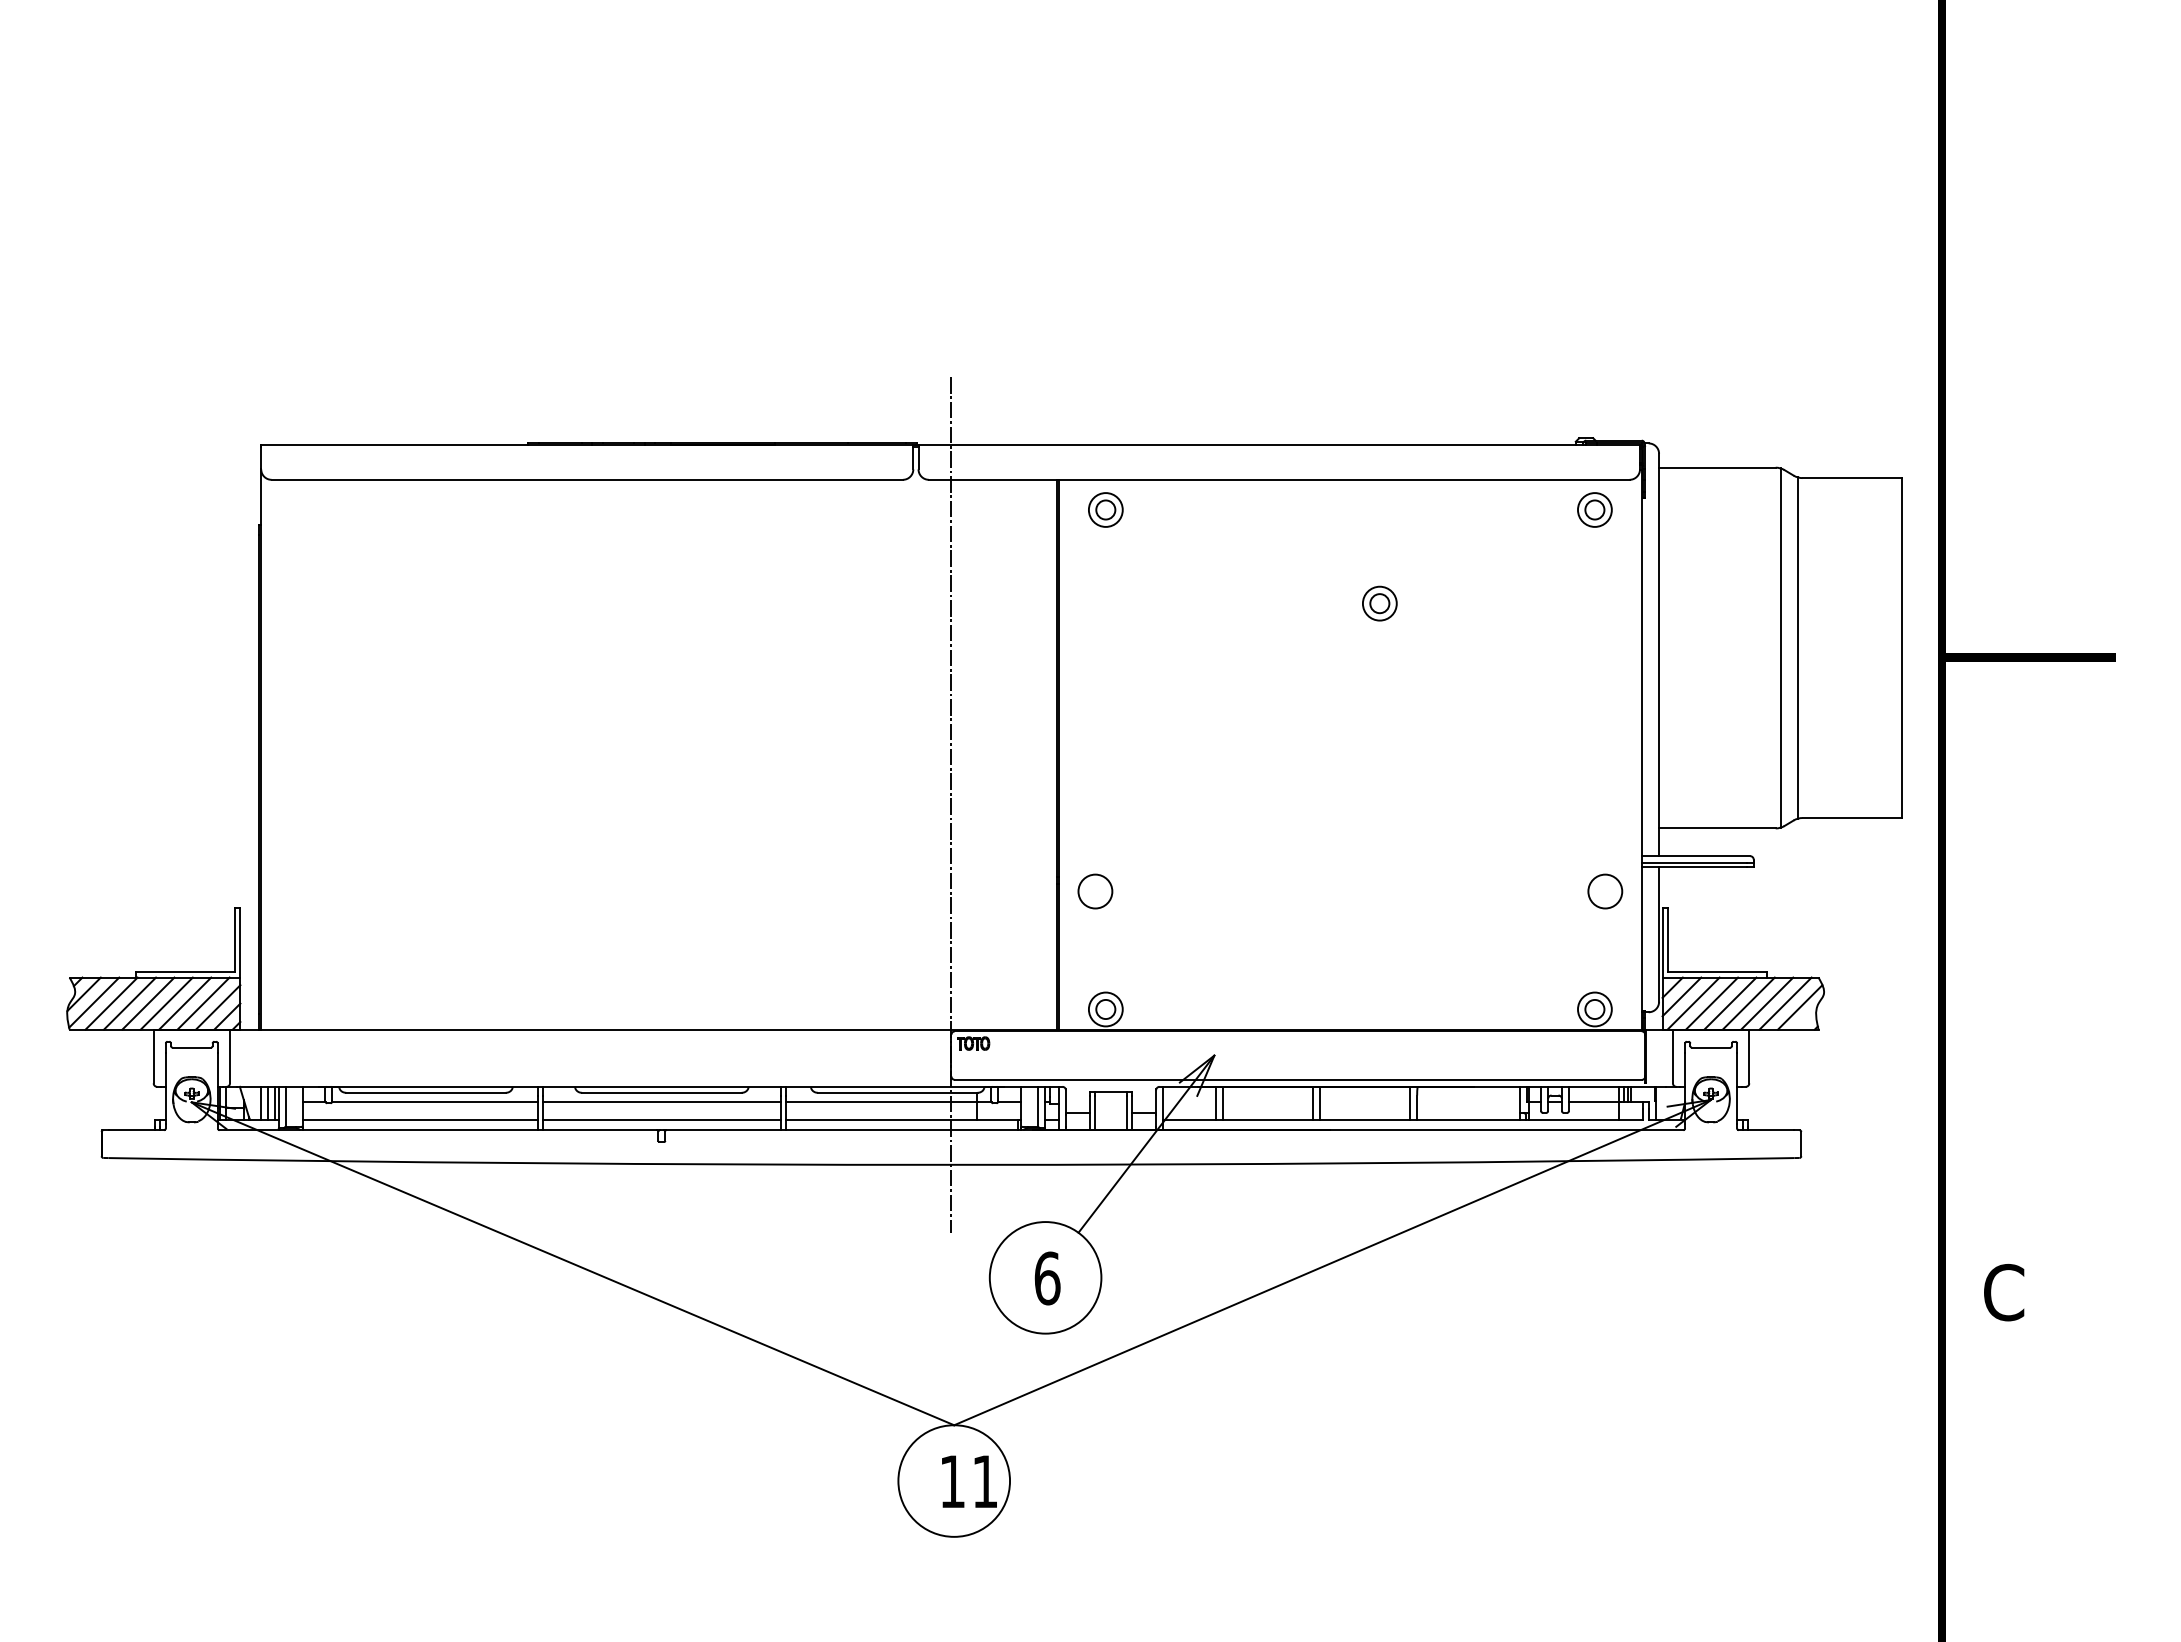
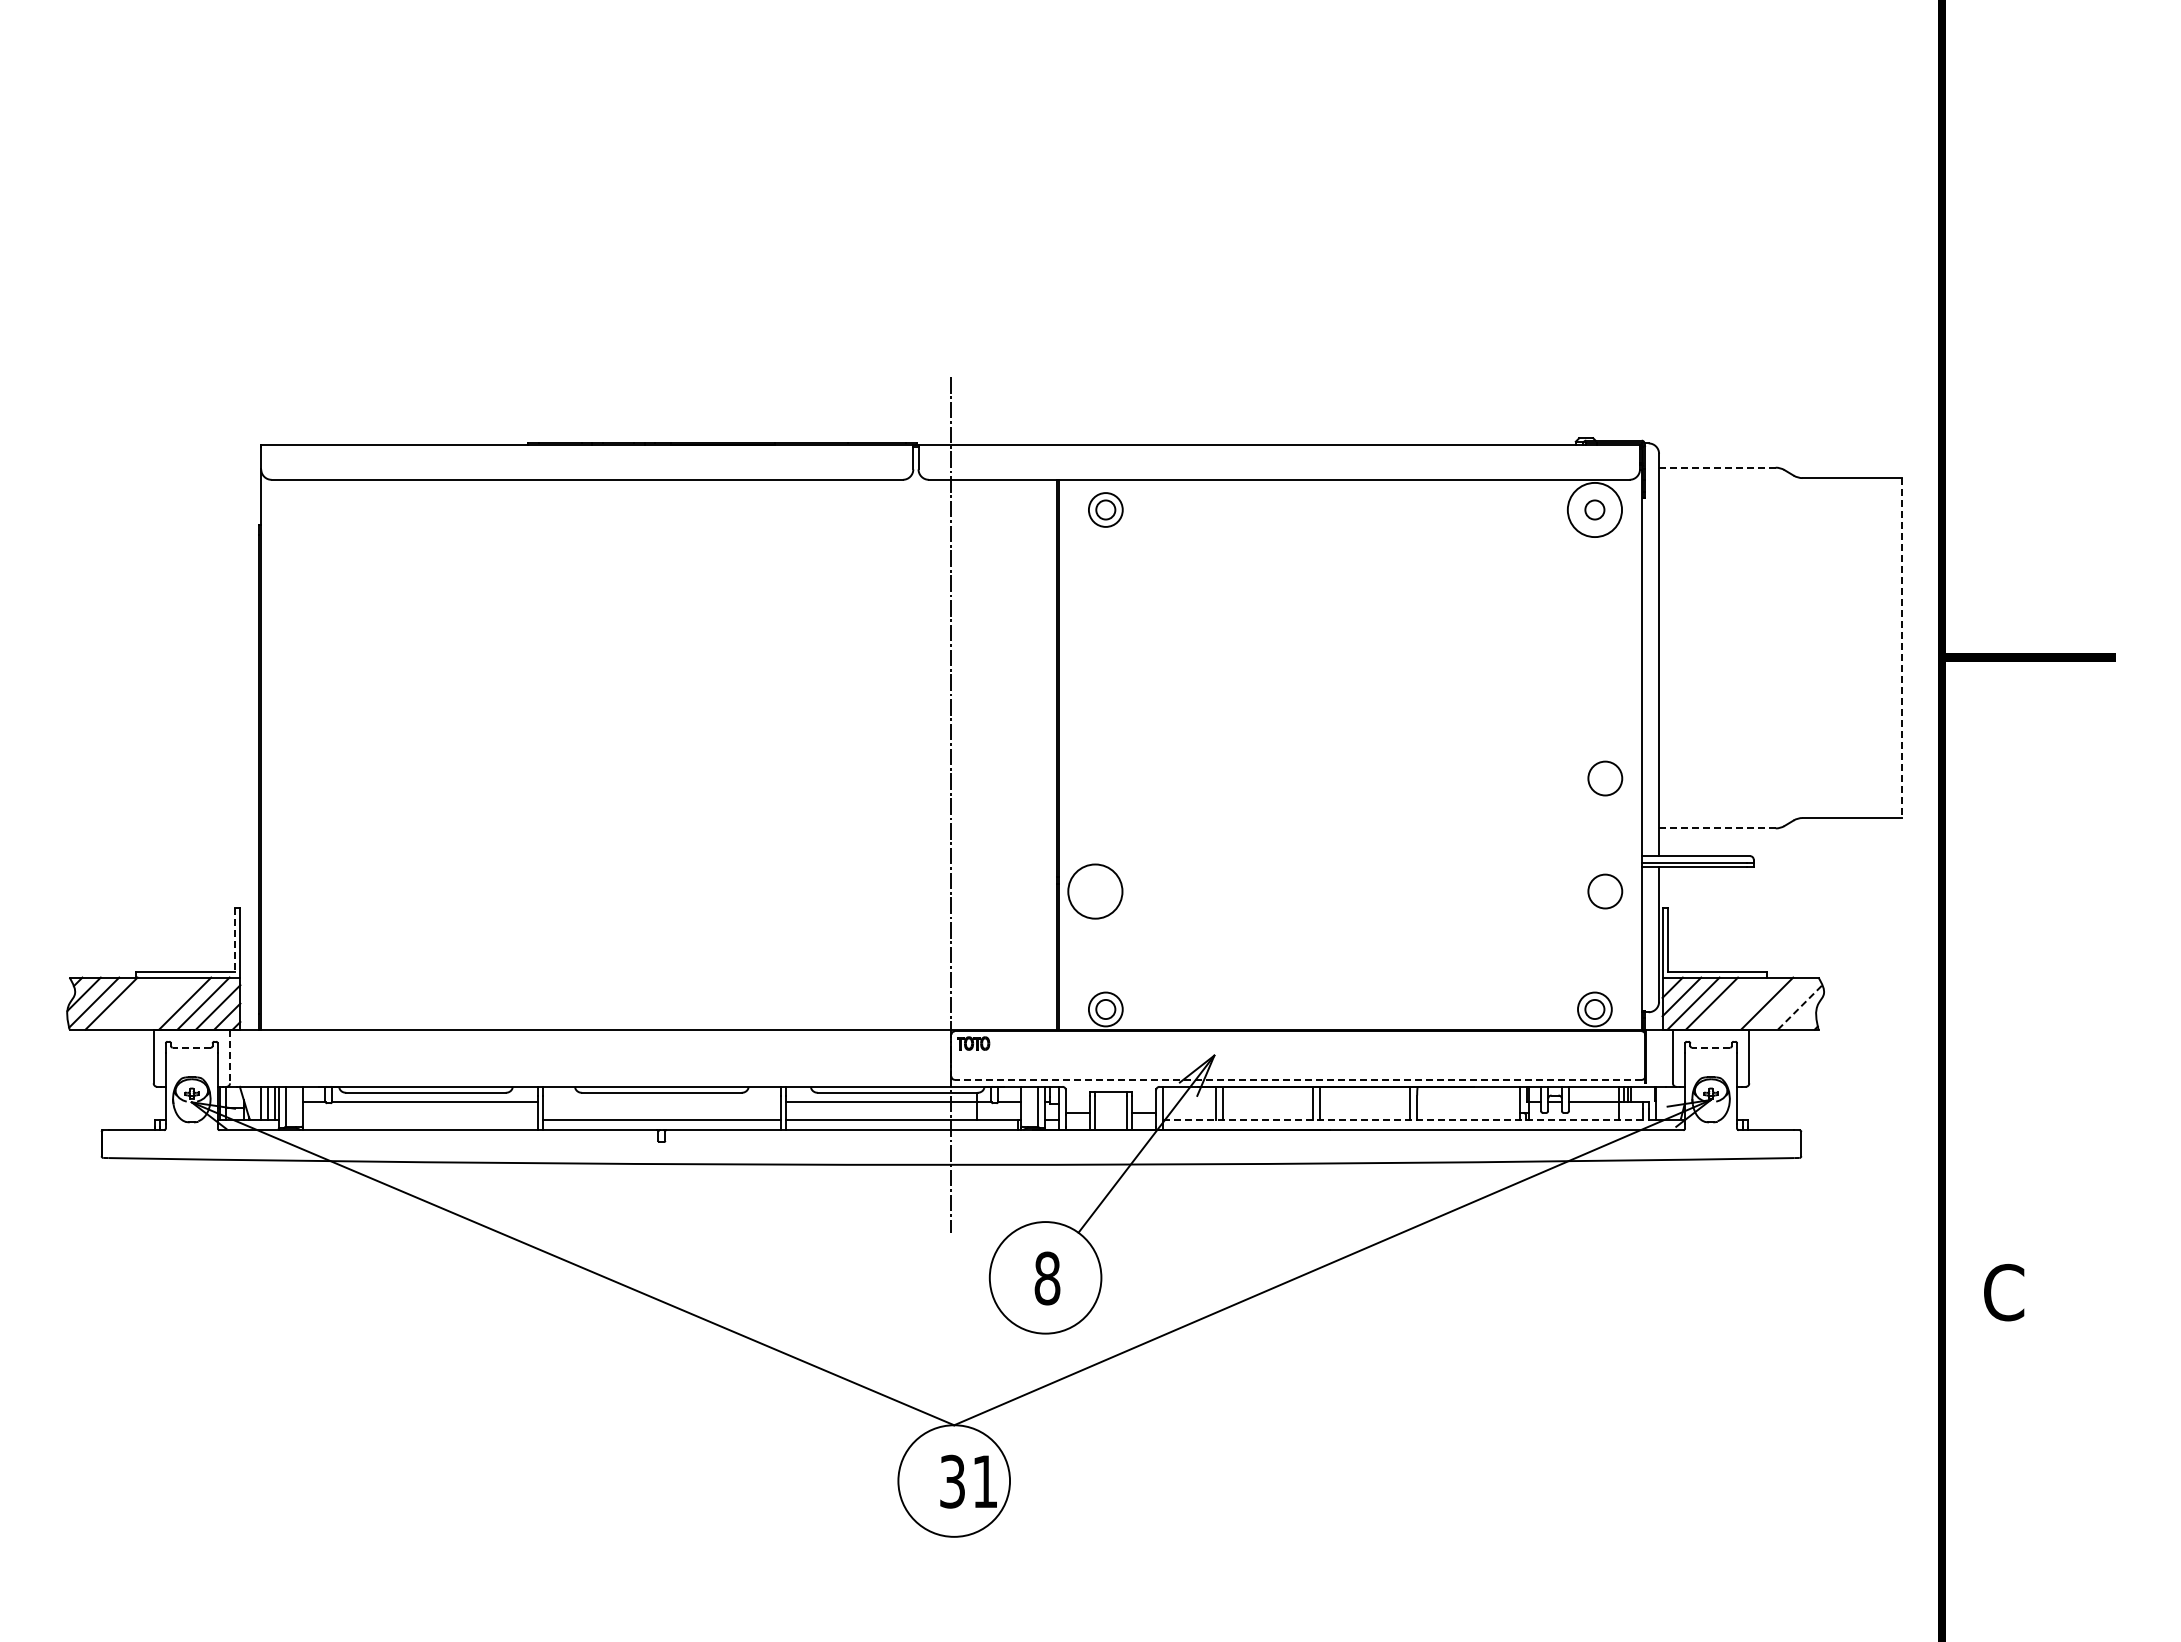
line at (1716, 467): solid -> dashed
circle at (1594, 509) diameter: 34 px -> 54 px
part at (1379, 603): present -> none
line at (1780, 647): present -> none
line at (1797, 647): present -> none
line at (1901, 648): solid -> dashed
circle at (1605, 778): none -> present
line at (1717, 828): solid -> dashed
circle at (1095, 891) size: 37x37 px -> 57x57 px
line at (234, 940): solid -> dashed
line at (130, 1003): present -> none
line at (148, 1003): present -> none
line at (166, 1003): present -> none
line at (1730, 1003): present -> none
line at (1748, 1003): present -> none
line at (1785, 1003): present -> none
line at (1800, 1007): solid -> dashed
line at (191, 1047): solid -> dashed
line at (1710, 1047): solid -> dashed
line at (230, 1056): solid -> dashed
line at (1297, 1079): solid -> dashed
line at (661, 1102): present -> none
line at (419, 1119): present -> none
line at (1403, 1119): solid -> dashed
text at (1047, 1278): 6 -> 8
text at (952, 1481): 11 -> 31
